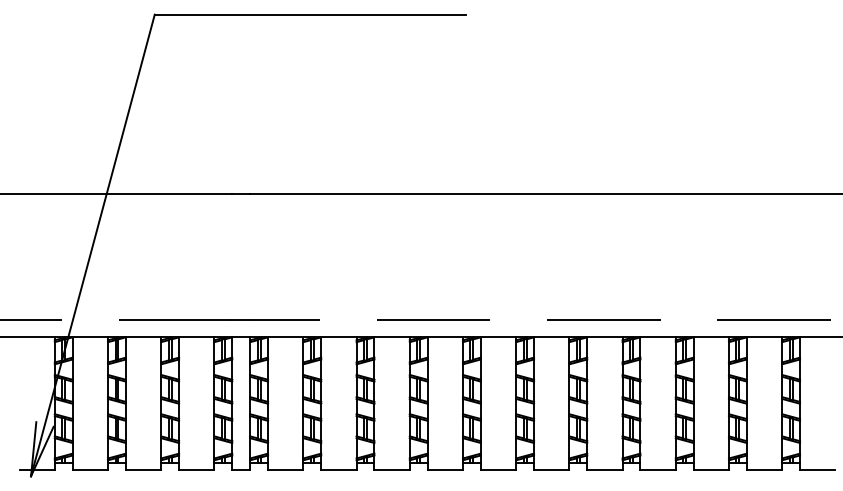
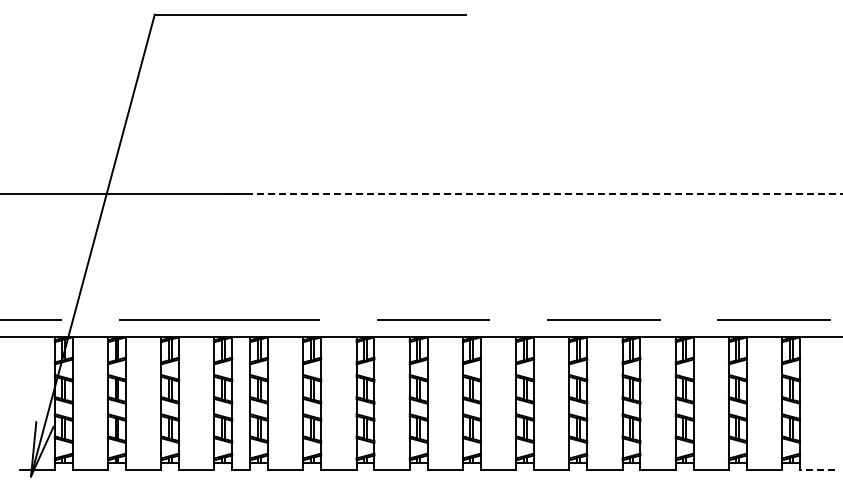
line at (546, 194): solid -> dashed
line at (817, 469): solid -> dashed
